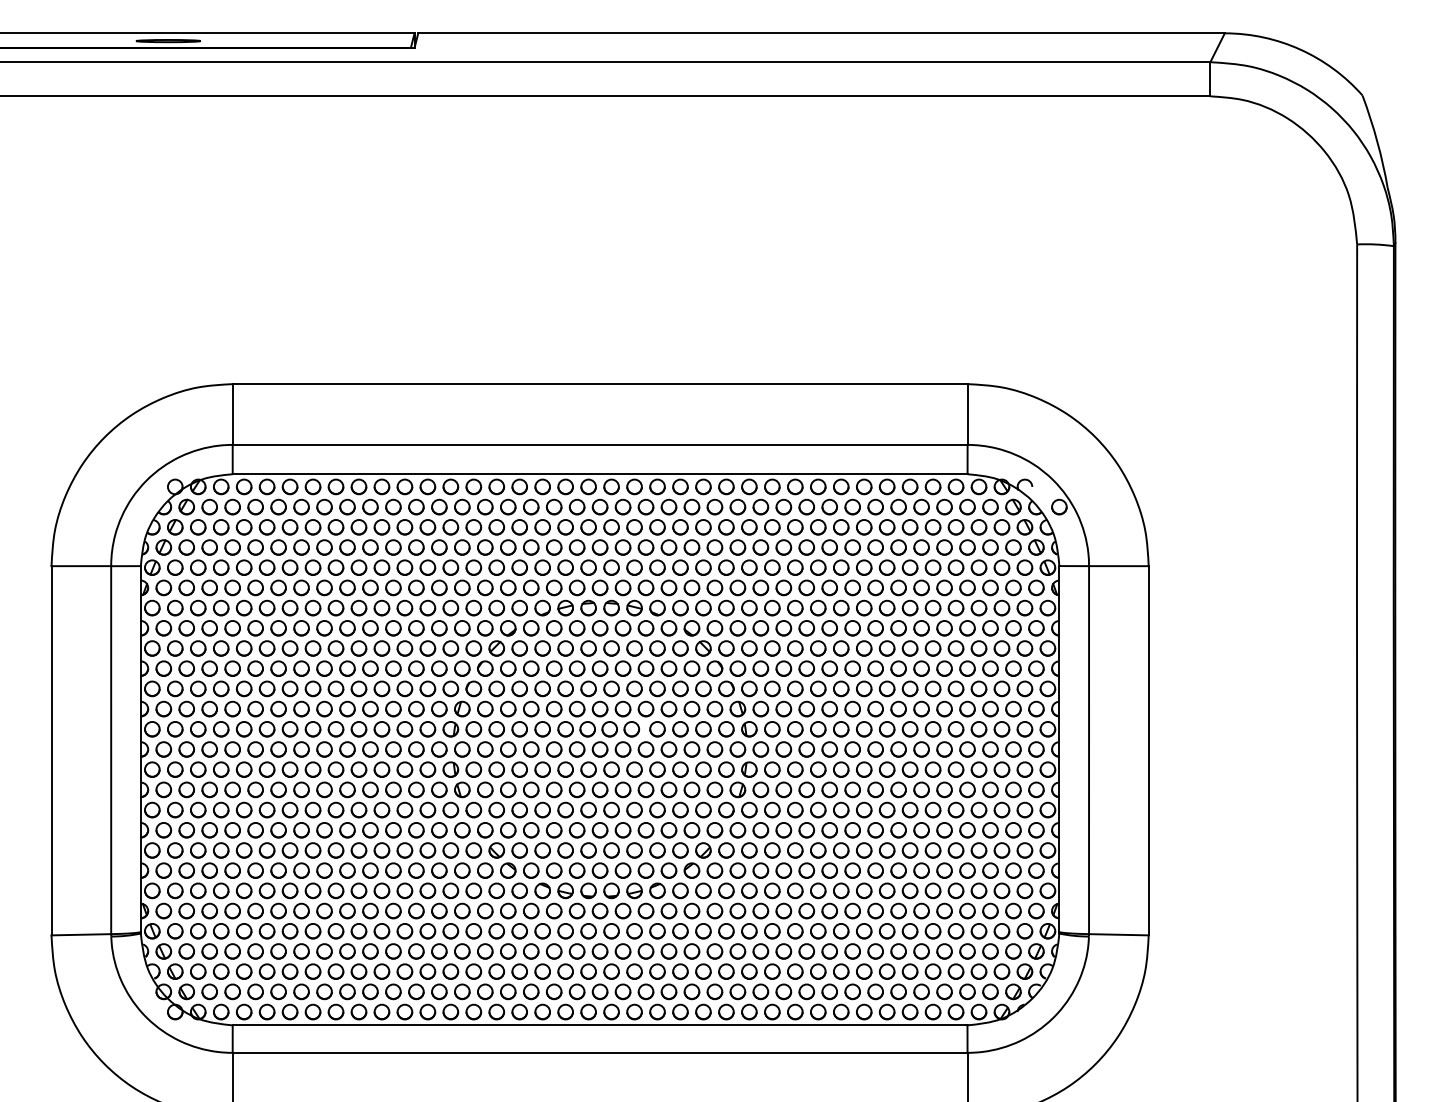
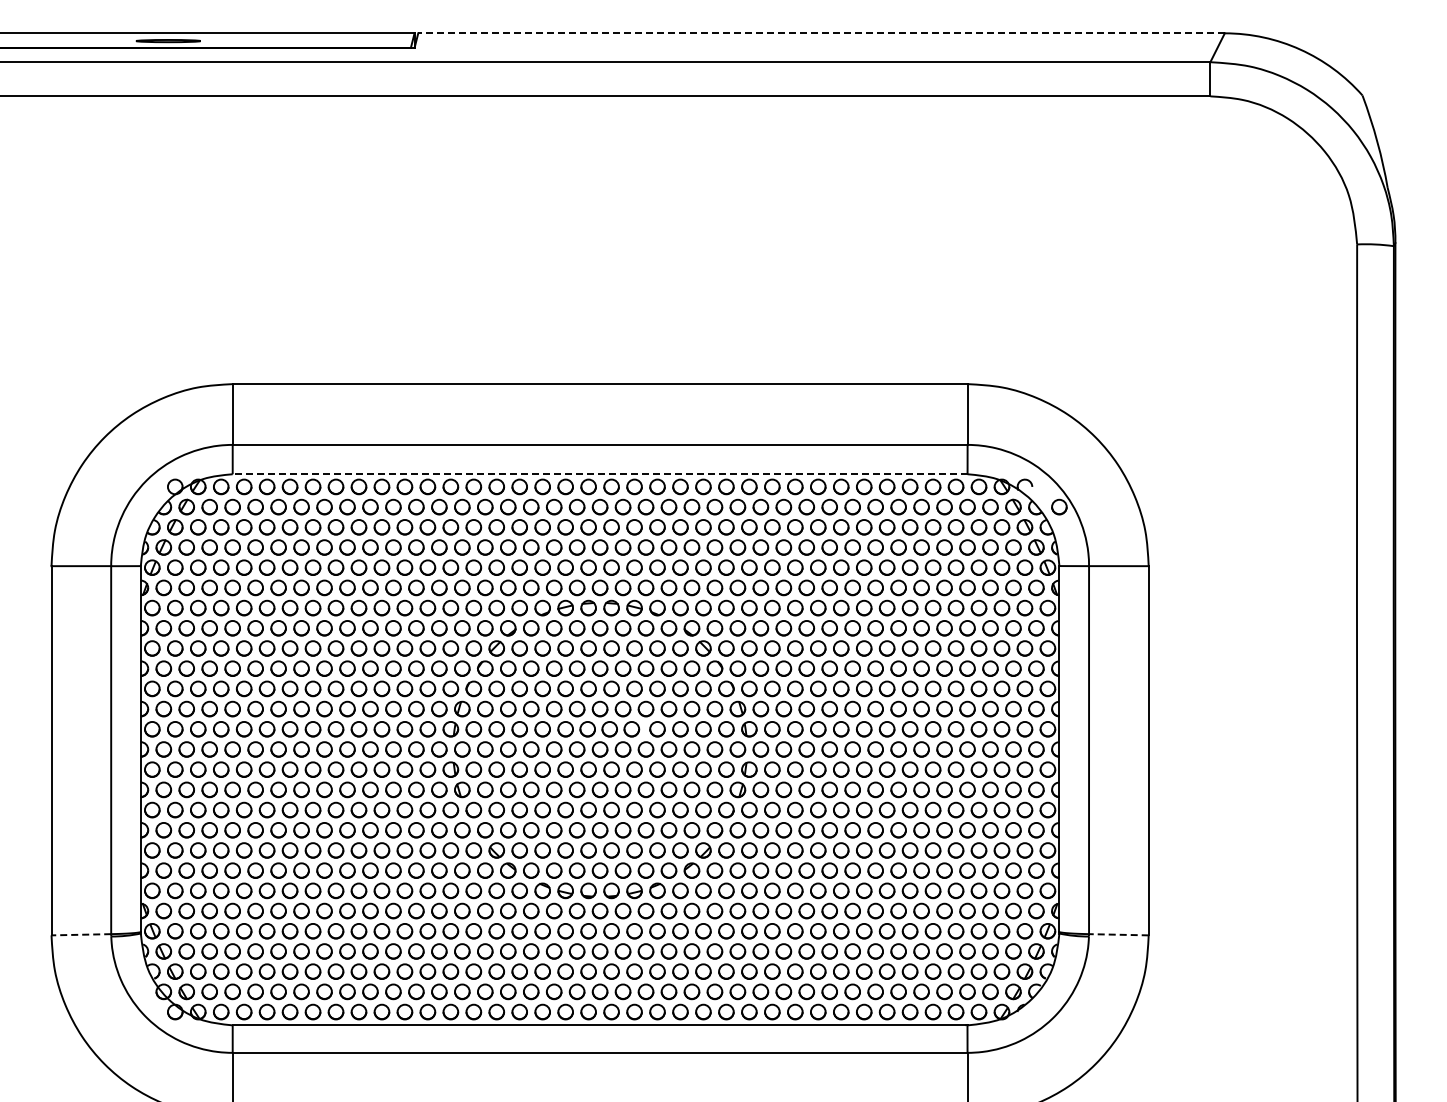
line at (821, 33): solid -> dashed
line at (599, 474): solid -> dashed
line at (81, 934): solid -> dashed
line at (1118, 934): solid -> dashed
